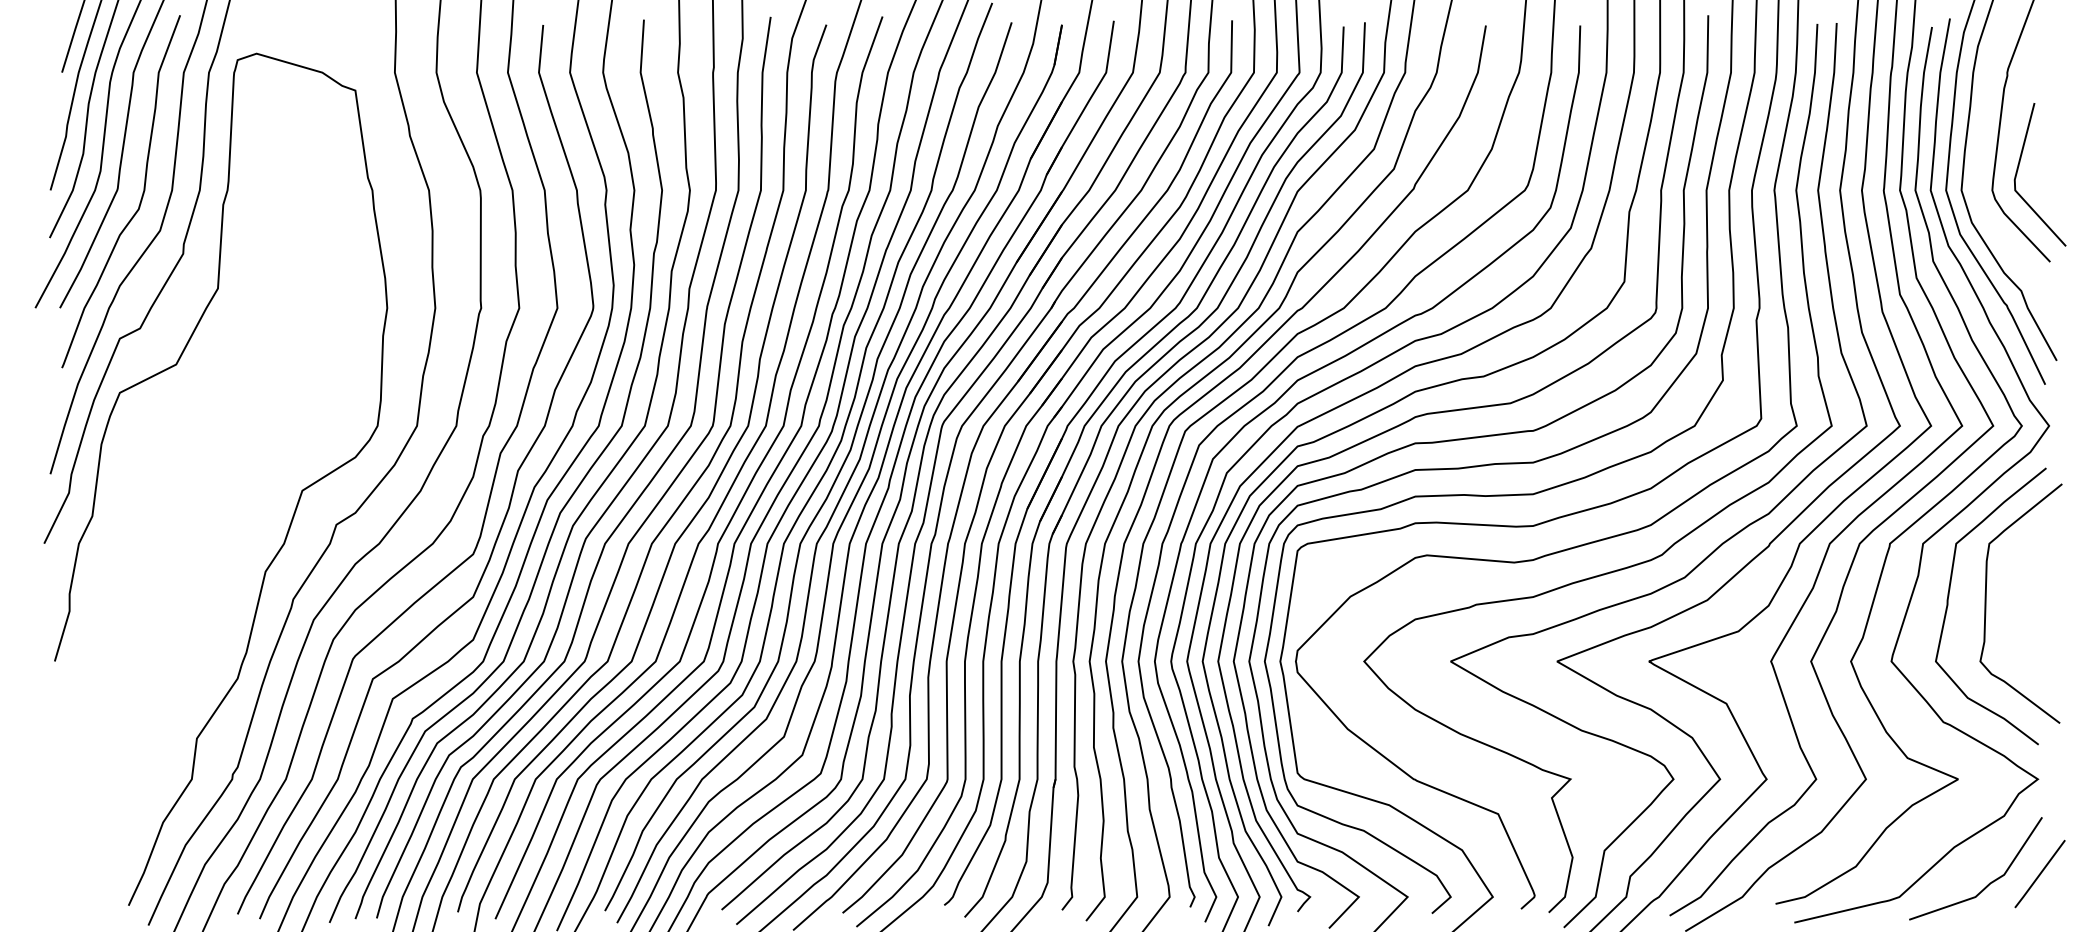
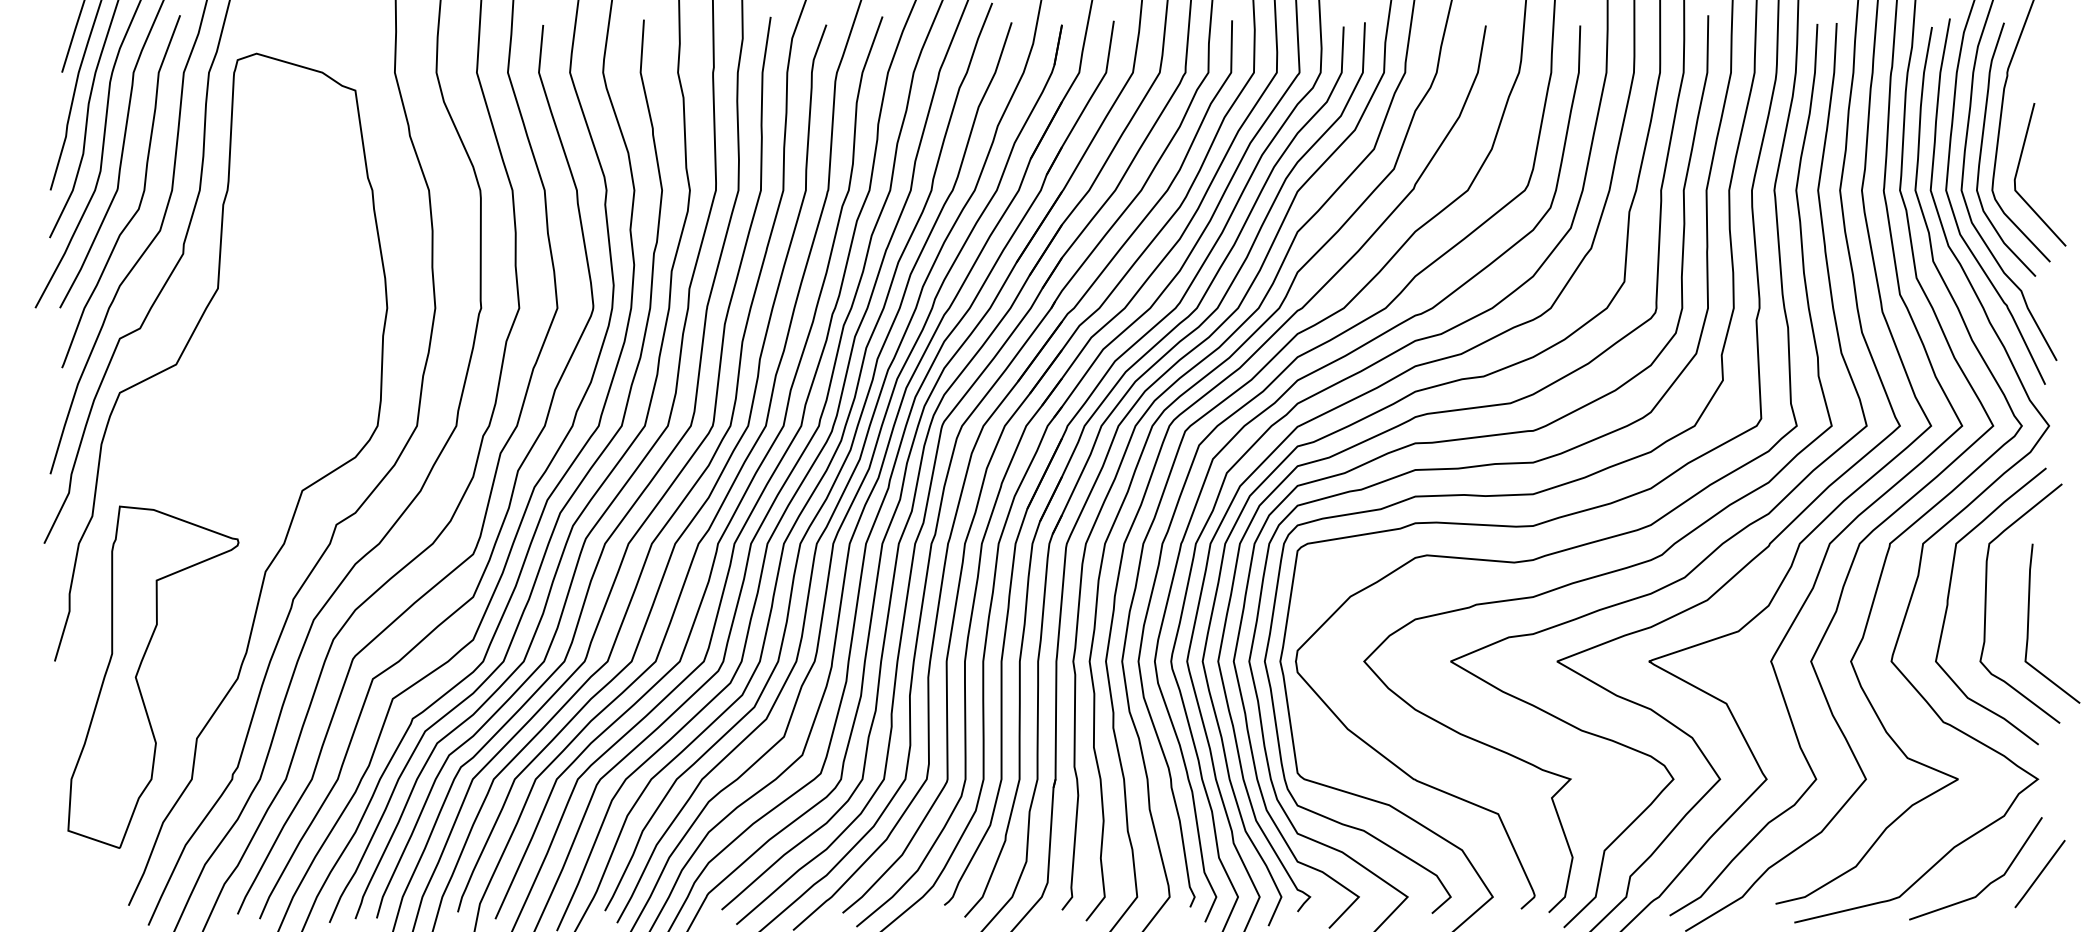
curve at (1982, 148): none -> present
line at (2029, 621): none -> present
part at (139, 670): none -> present
